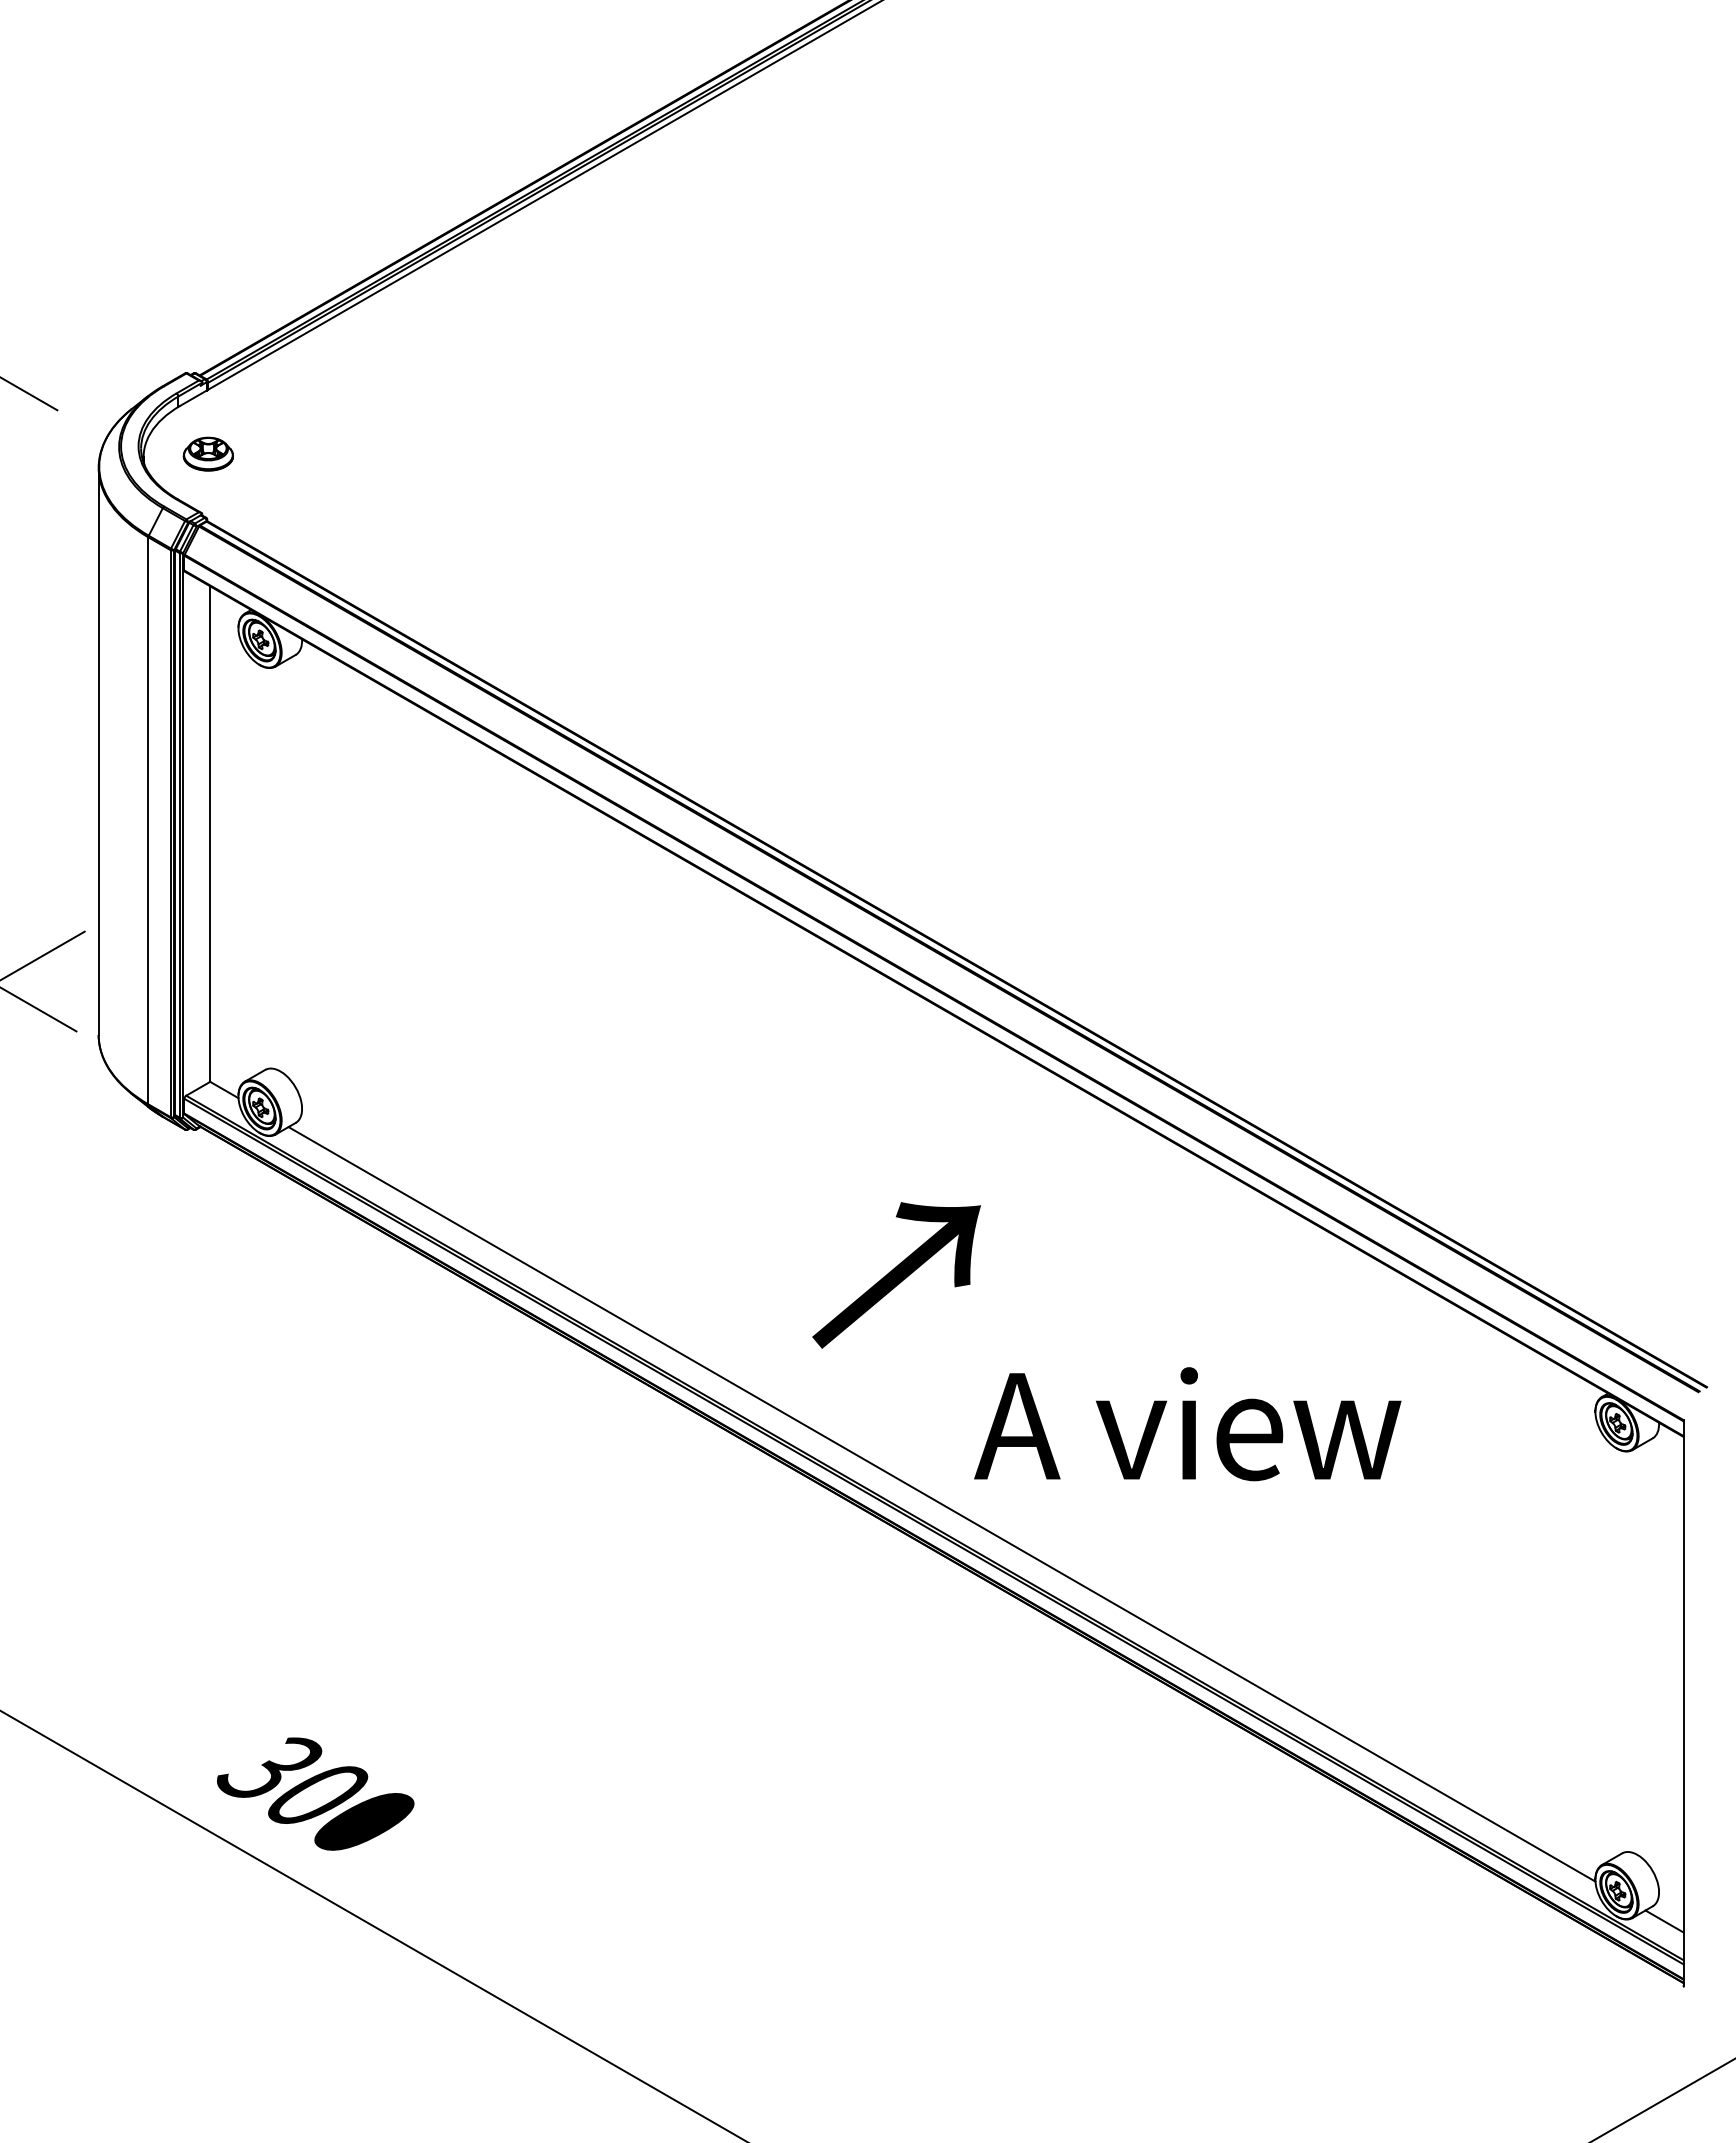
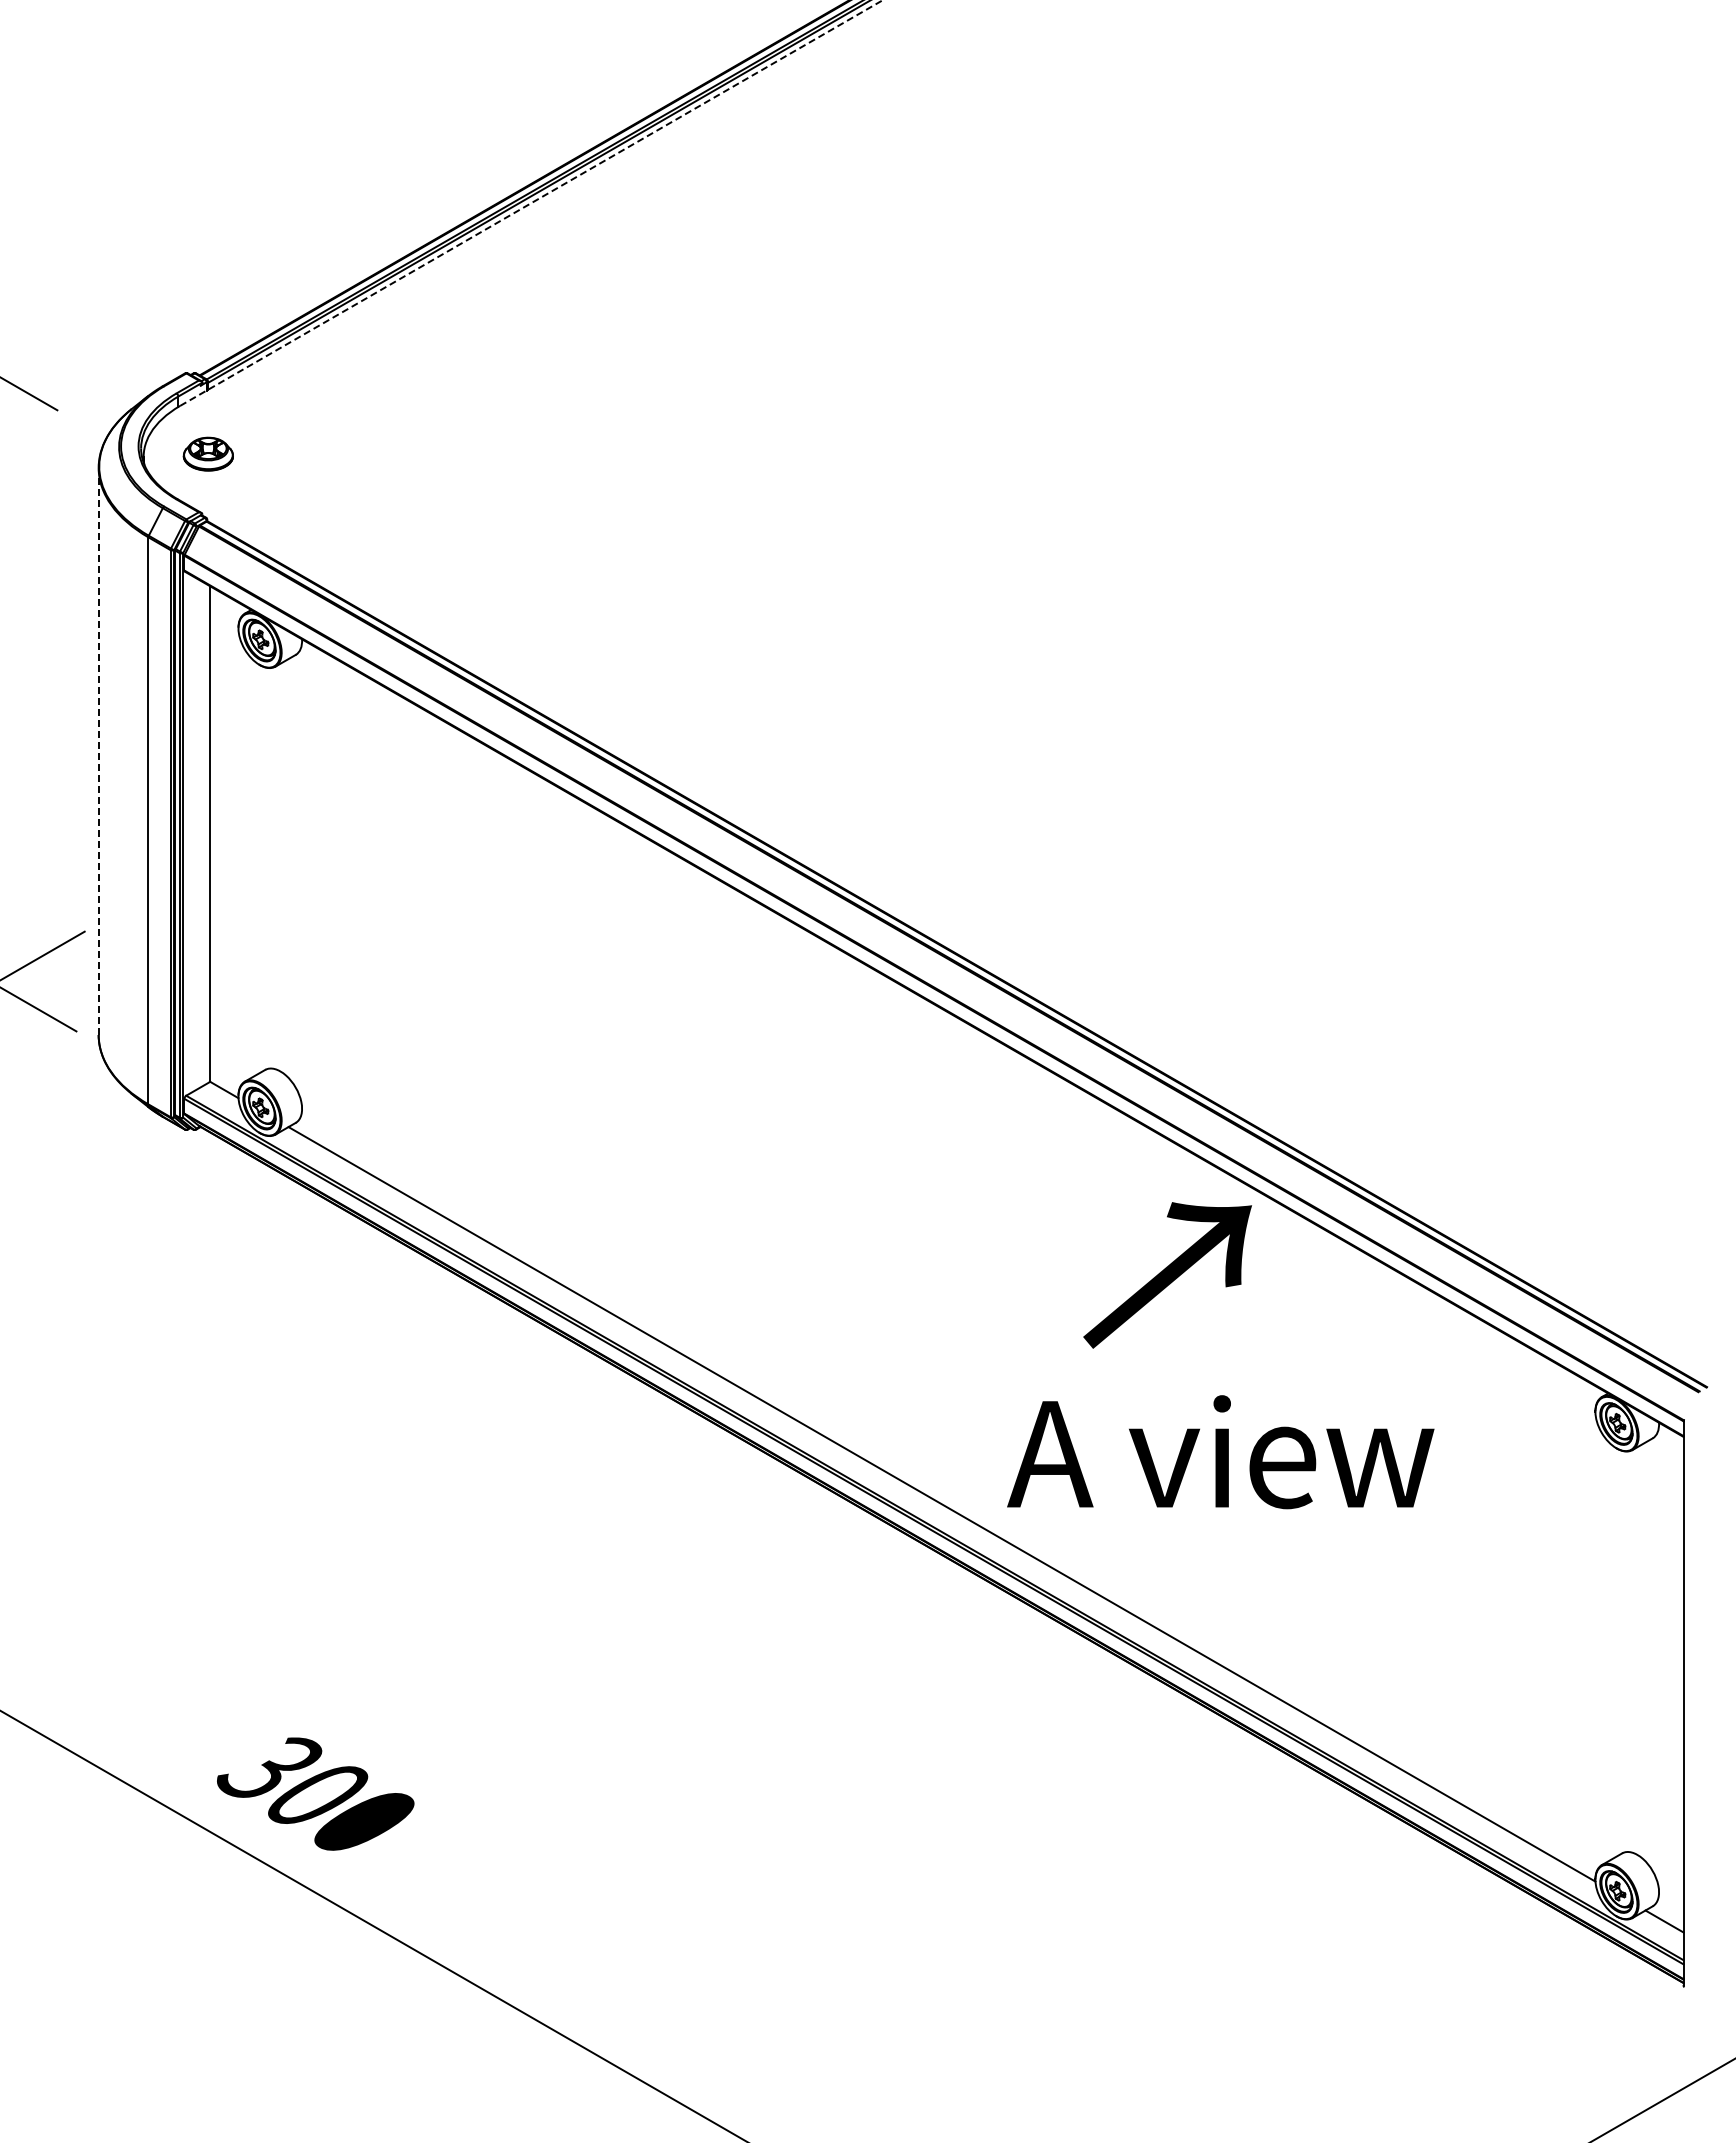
line at (531, 202): solid -> dashed
line at (98, 751): solid -> dashed
text at (896, 1275) position: (896, 1275) -> (1167, 1275)
text at (1187, 1424) position: (1187, 1424) -> (1220, 1452)
